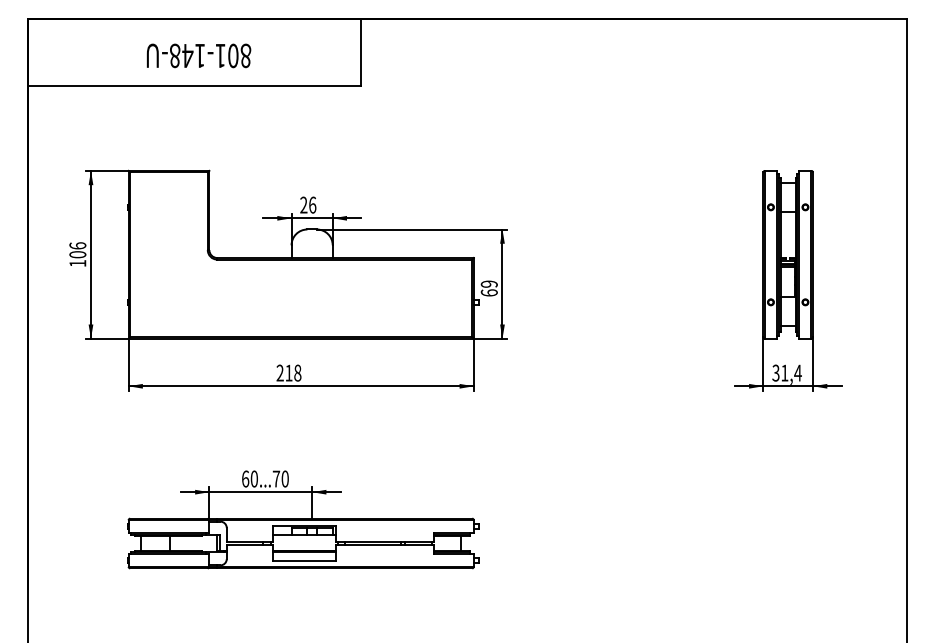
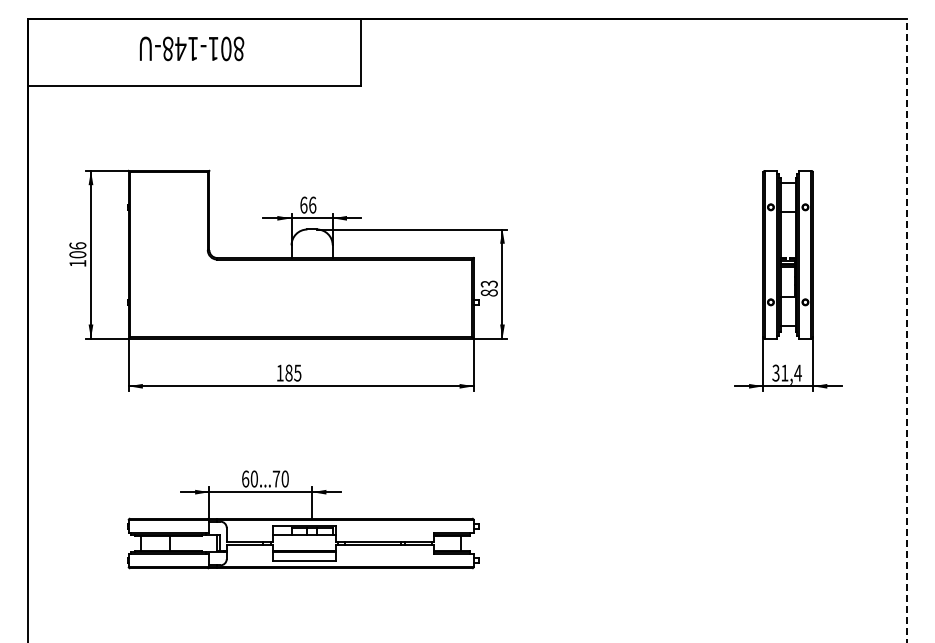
text at (198, 55) position: (198, 55) -> (191, 48)
text at (303, 204): 26 -> 66
text at (488, 288): 69 -> 83
line at (906, 330): solid -> dashed
text at (288, 372): 218 -> 185
